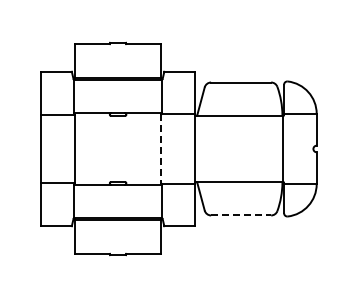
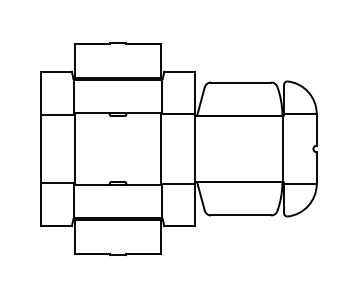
line at (161, 148): dashed -> solid
line at (241, 215): dashed -> solid
